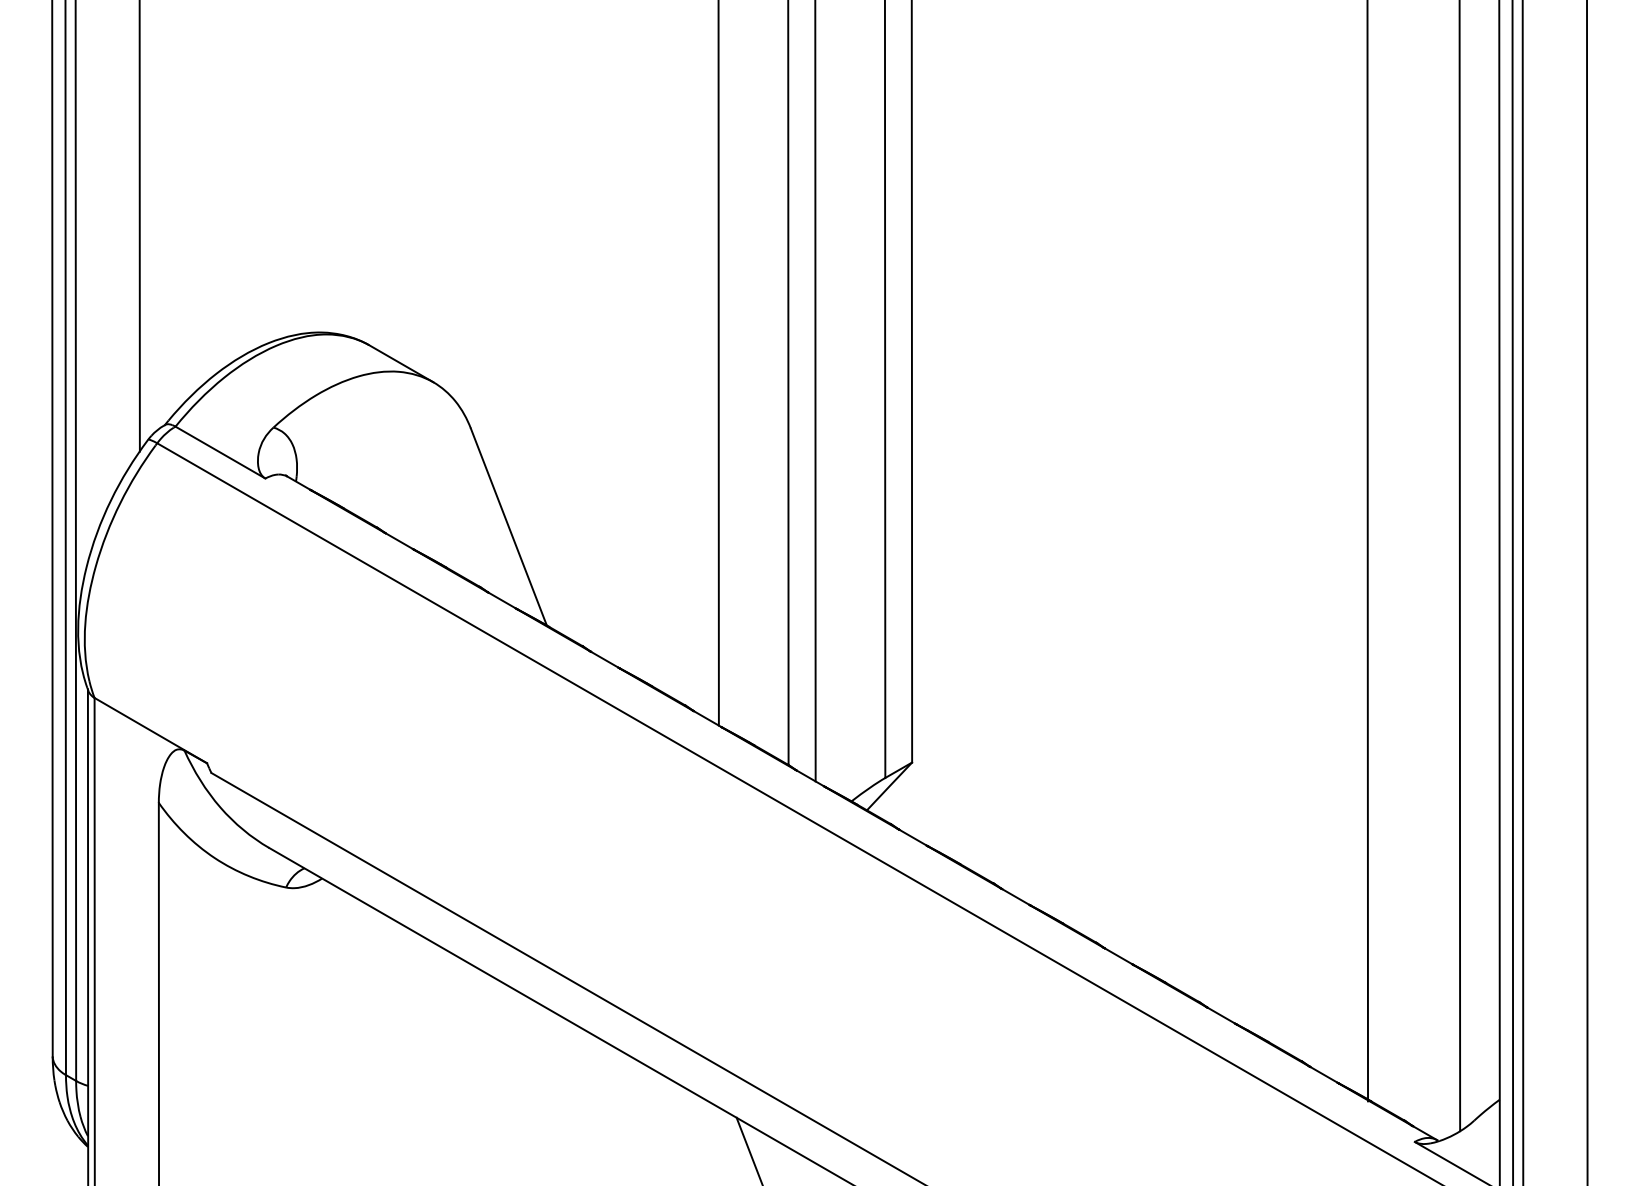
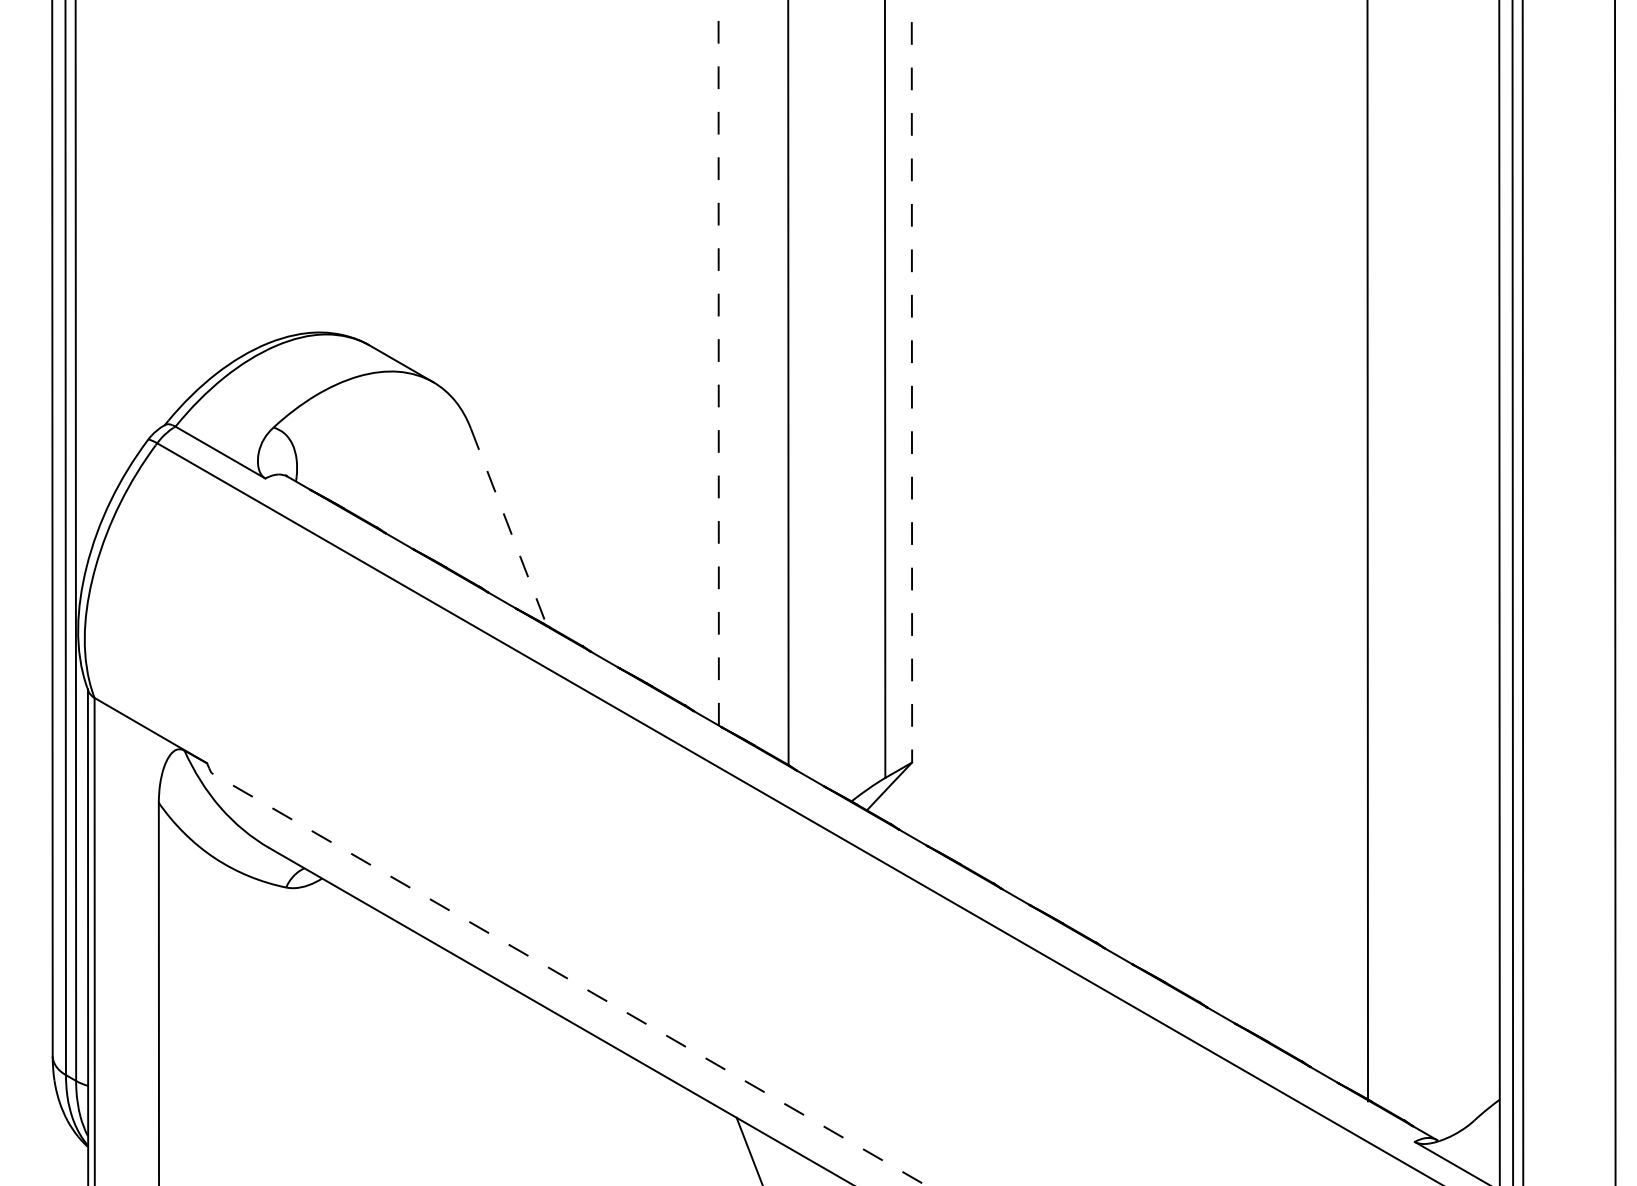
line at (139, 226): present -> none
line at (718, 362): solid -> dashed
line at (911, 381): solid -> dashed
line at (815, 391): present -> none
line at (508, 527): solid -> dashed
line at (1459, 566): present -> none
line at (1587, 592) position: (1587, 592) -> (1615, 592)
line at (568, 979): solid -> dashed
